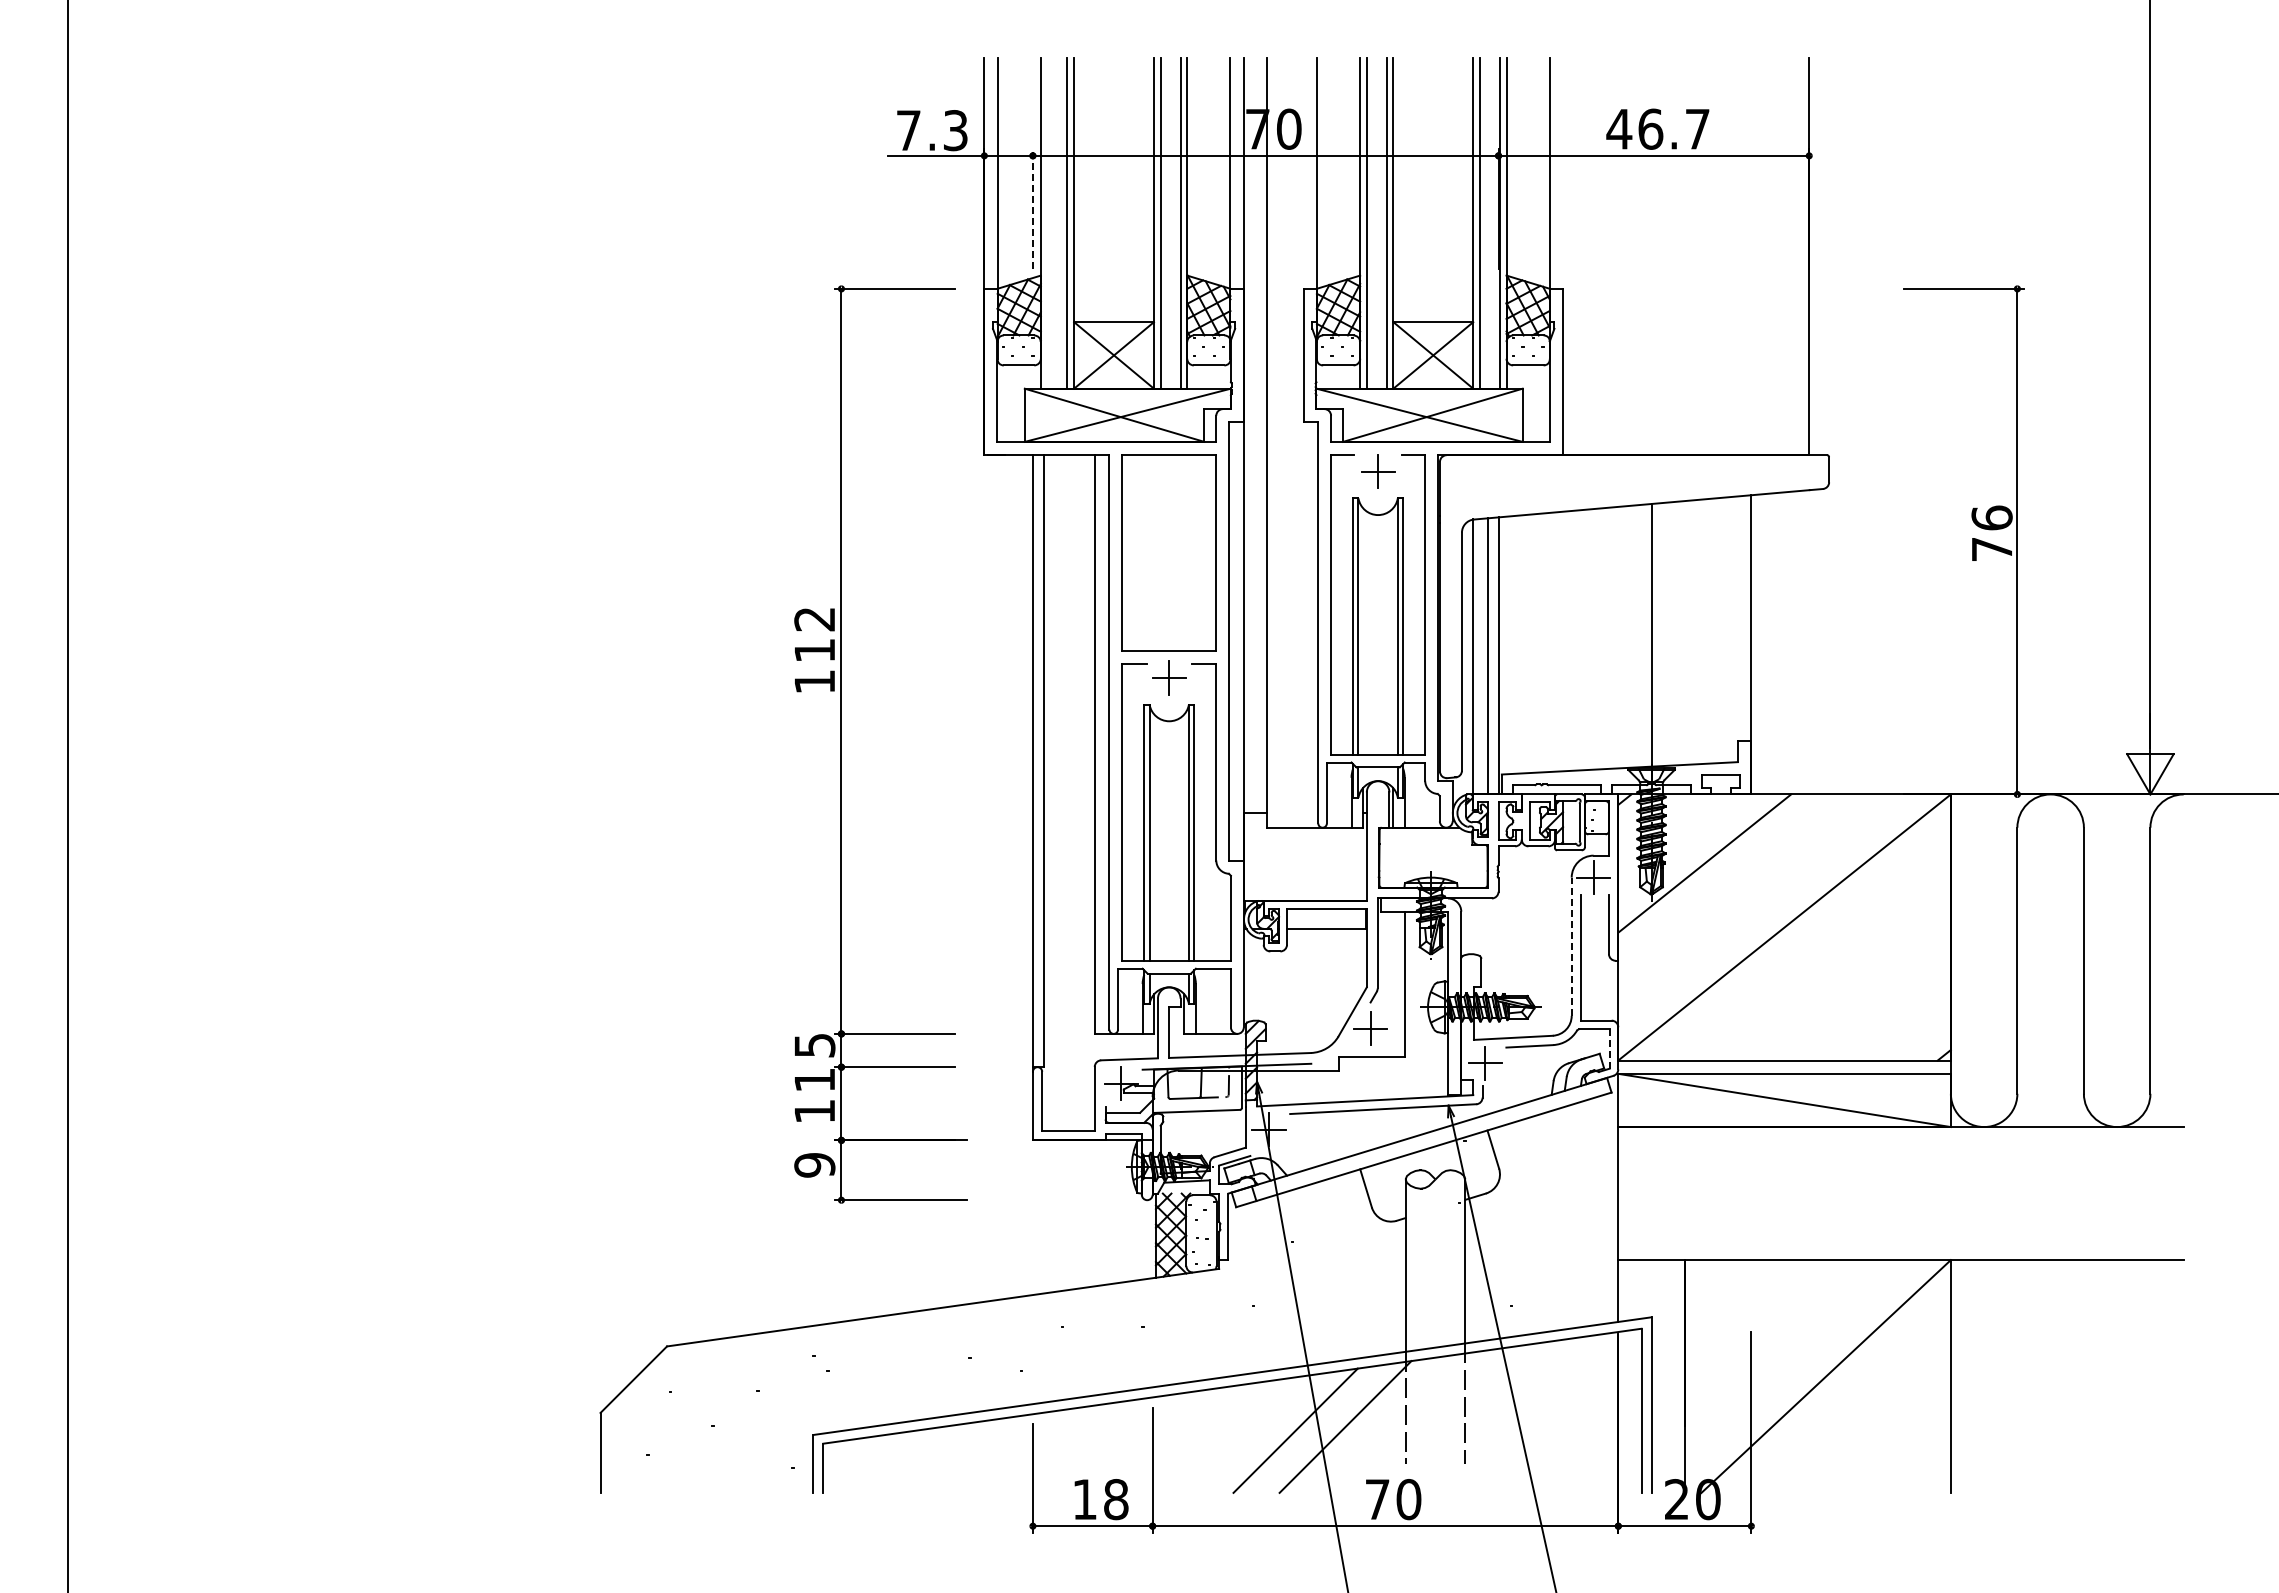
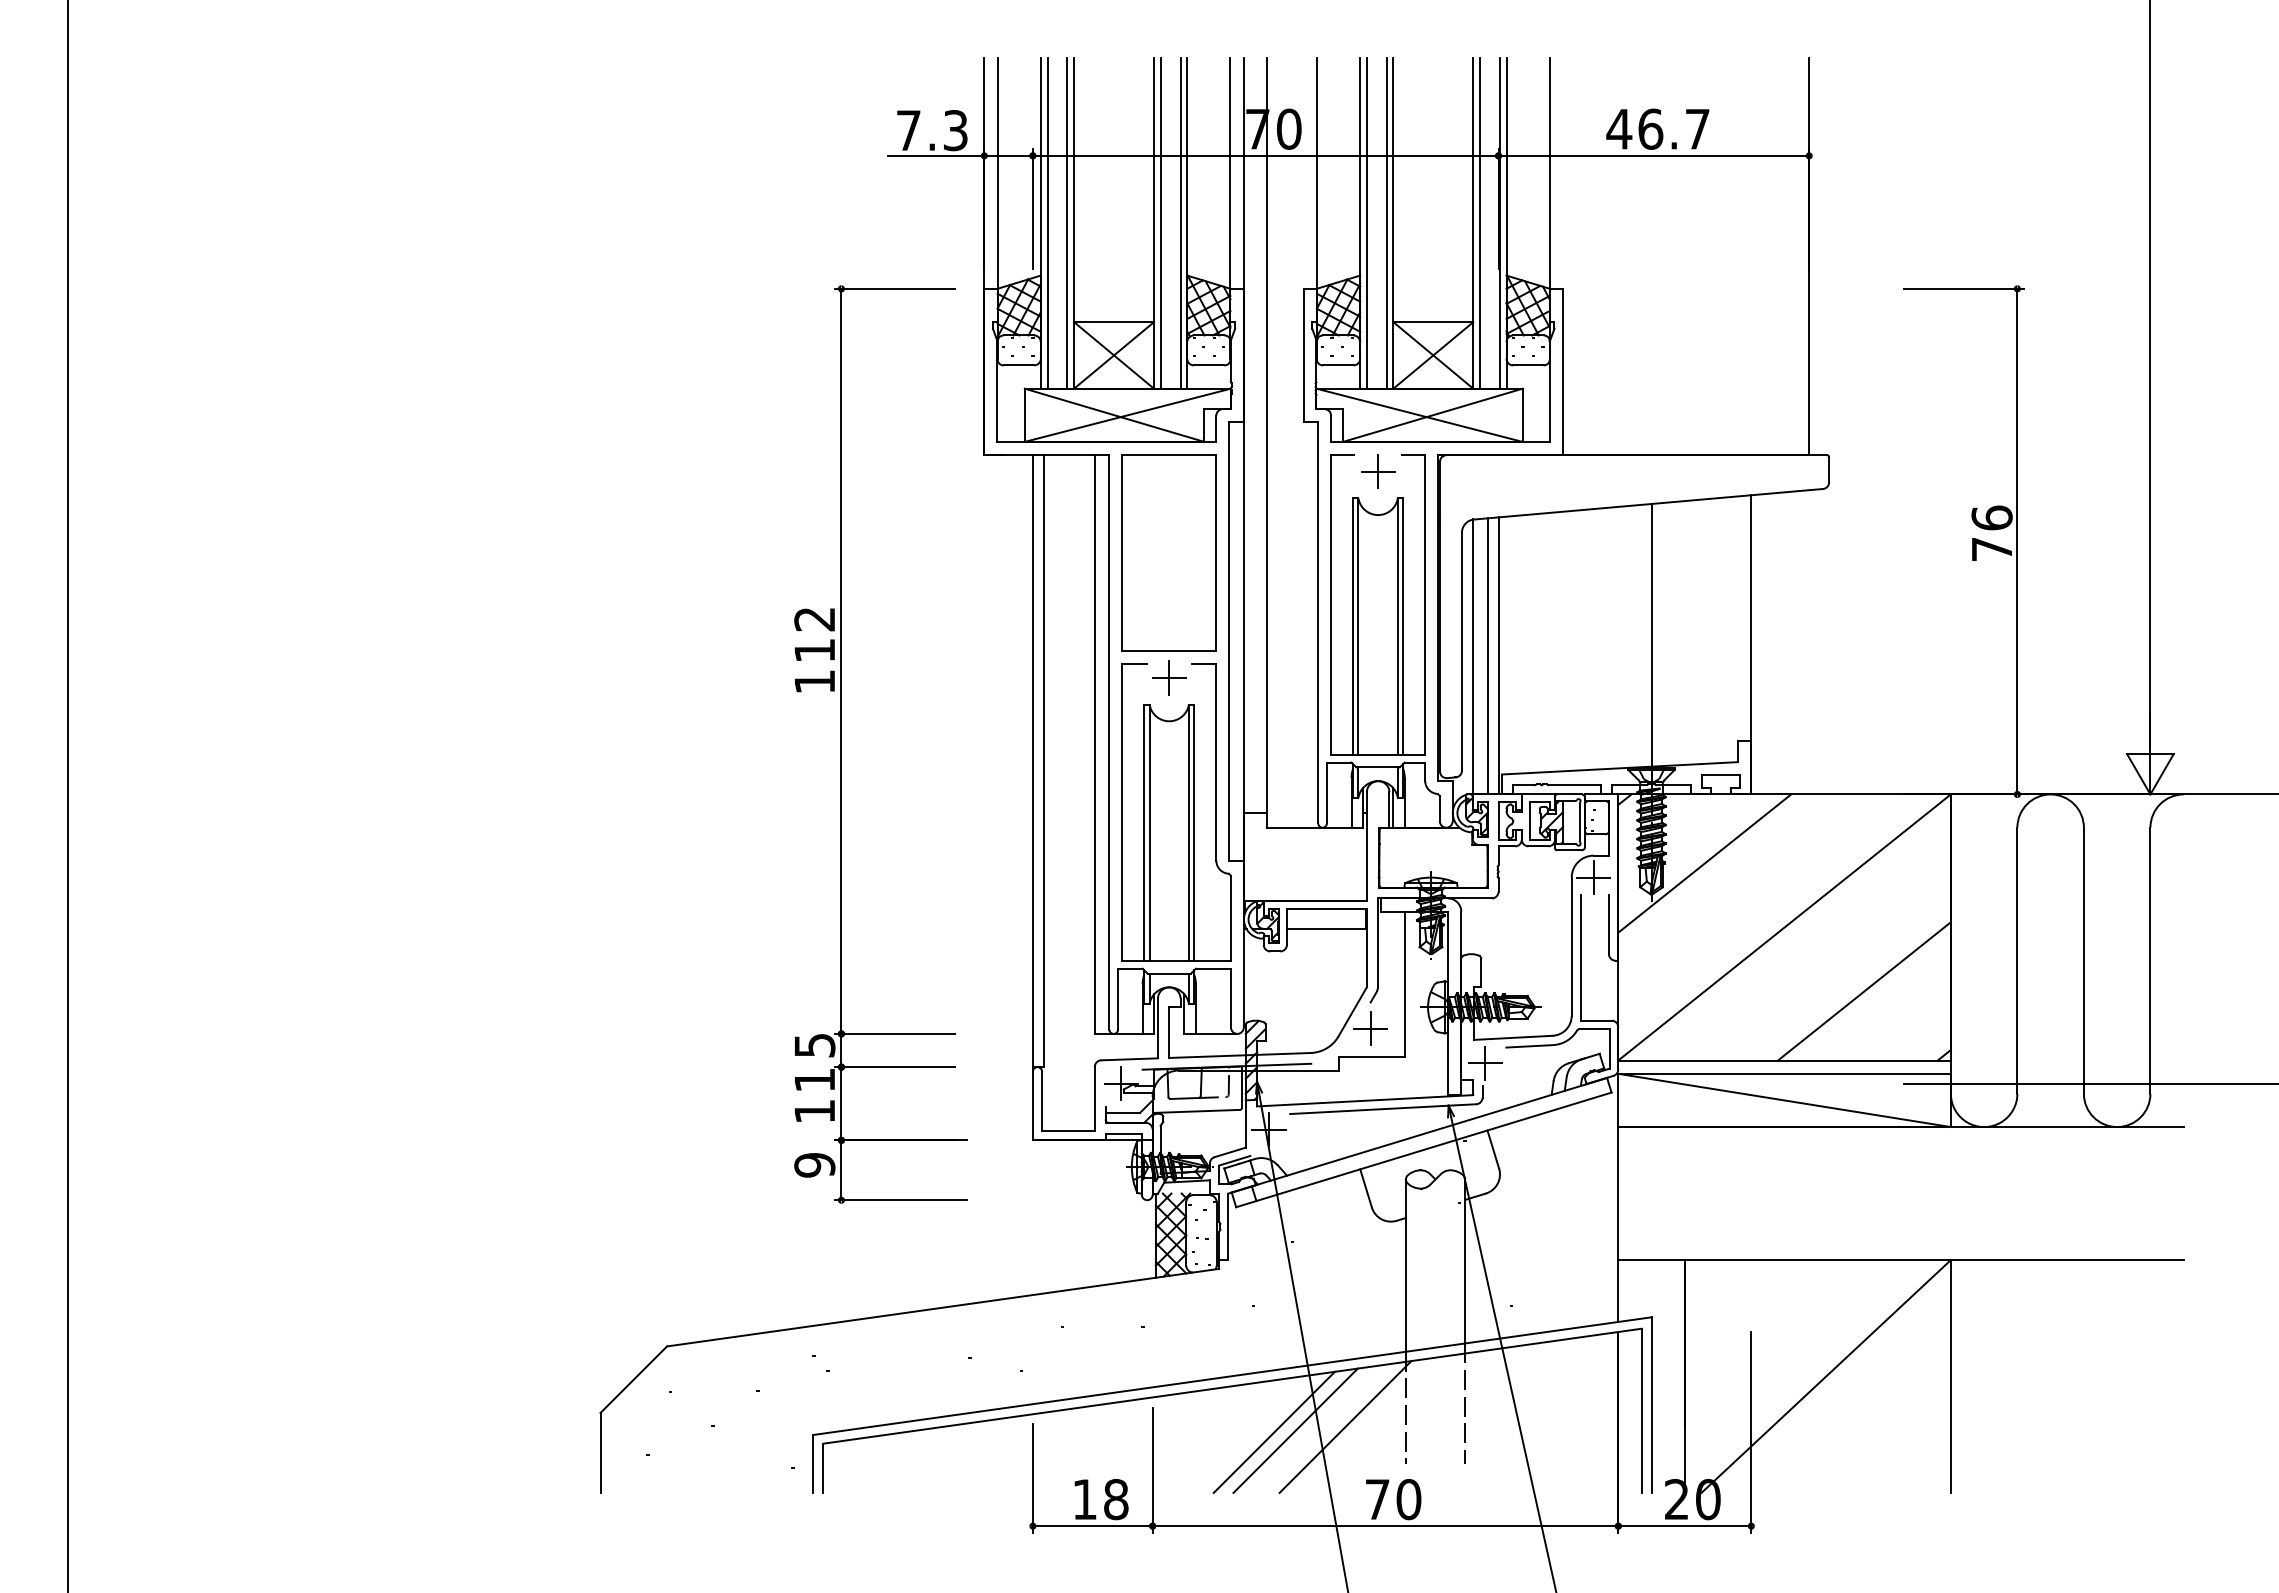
line at (1032, 209): dashed -> solid
line at (1047, 222): none -> present
line at (1571, 946): dashed -> solid
line at (1863, 991): none -> present
line at (1609, 1049): dashed -> solid
line at (2089, 1083): none -> present
line at (1273, 1431): none -> present
